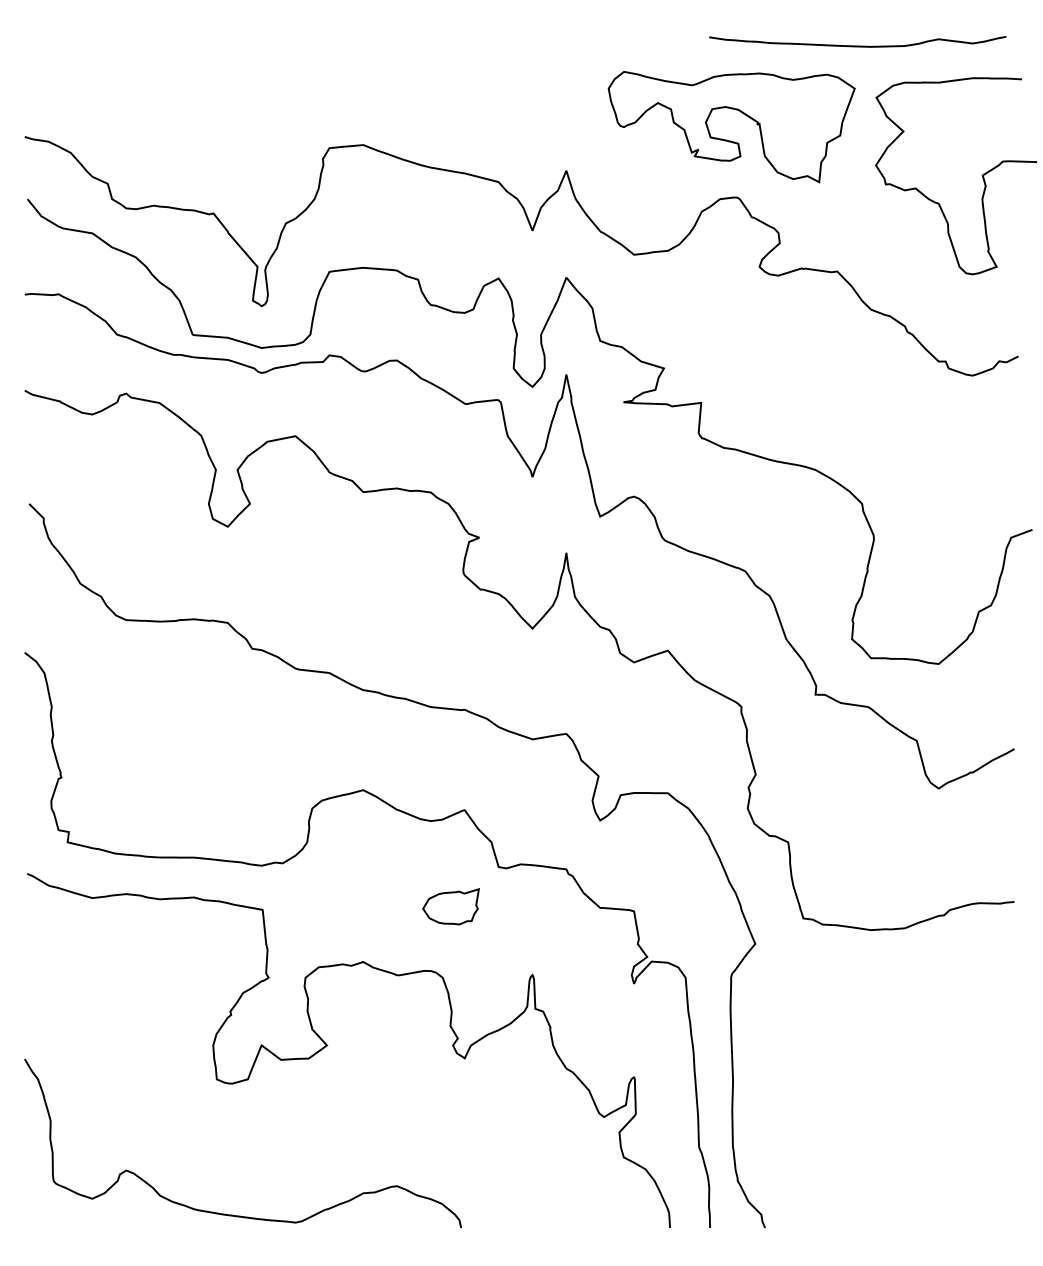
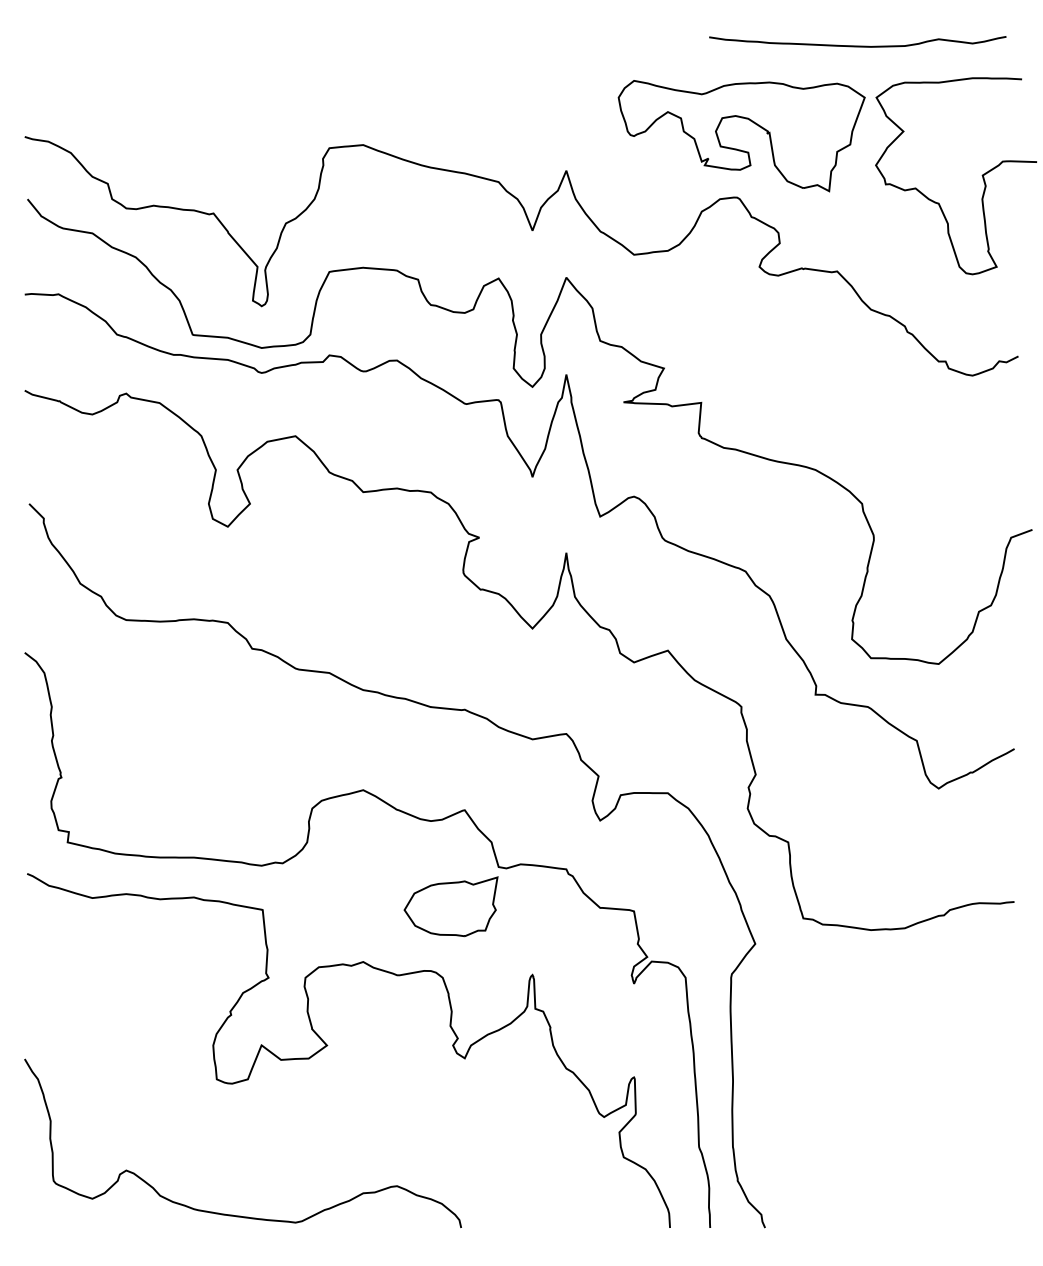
part at (726, 139) position: (726, 139) -> (736, 148)
part at (450, 906) size: 58x38 px -> 96x62 px
